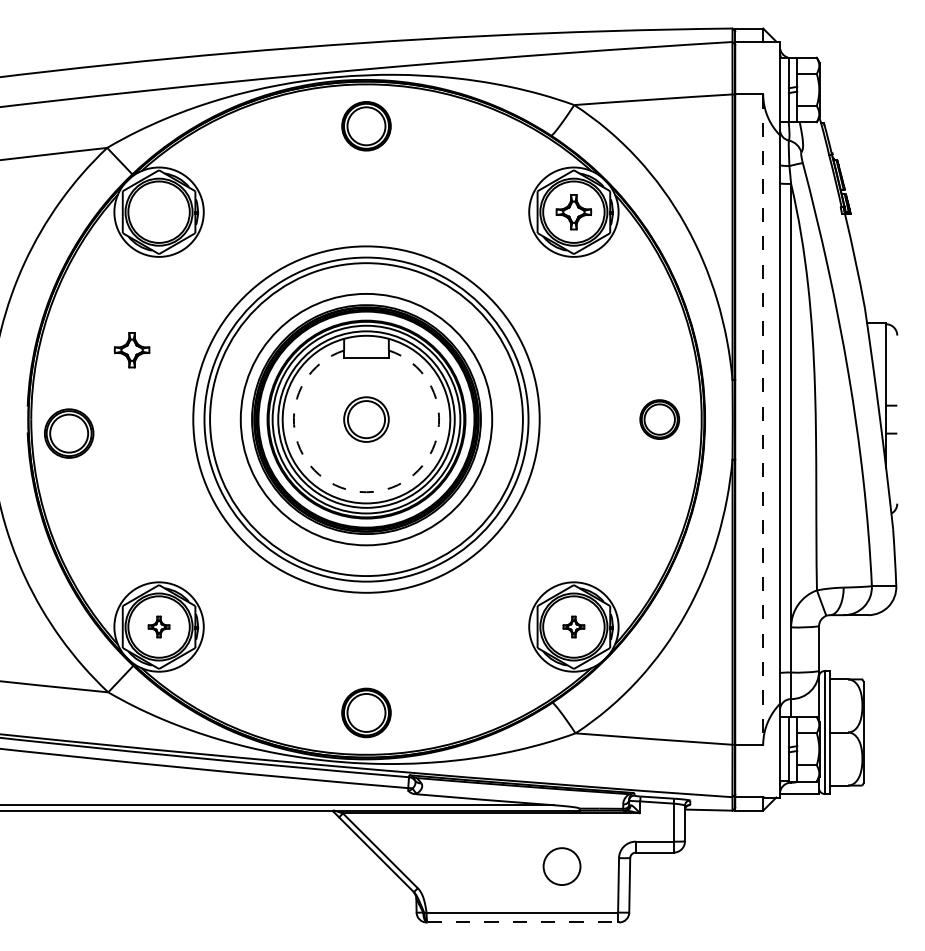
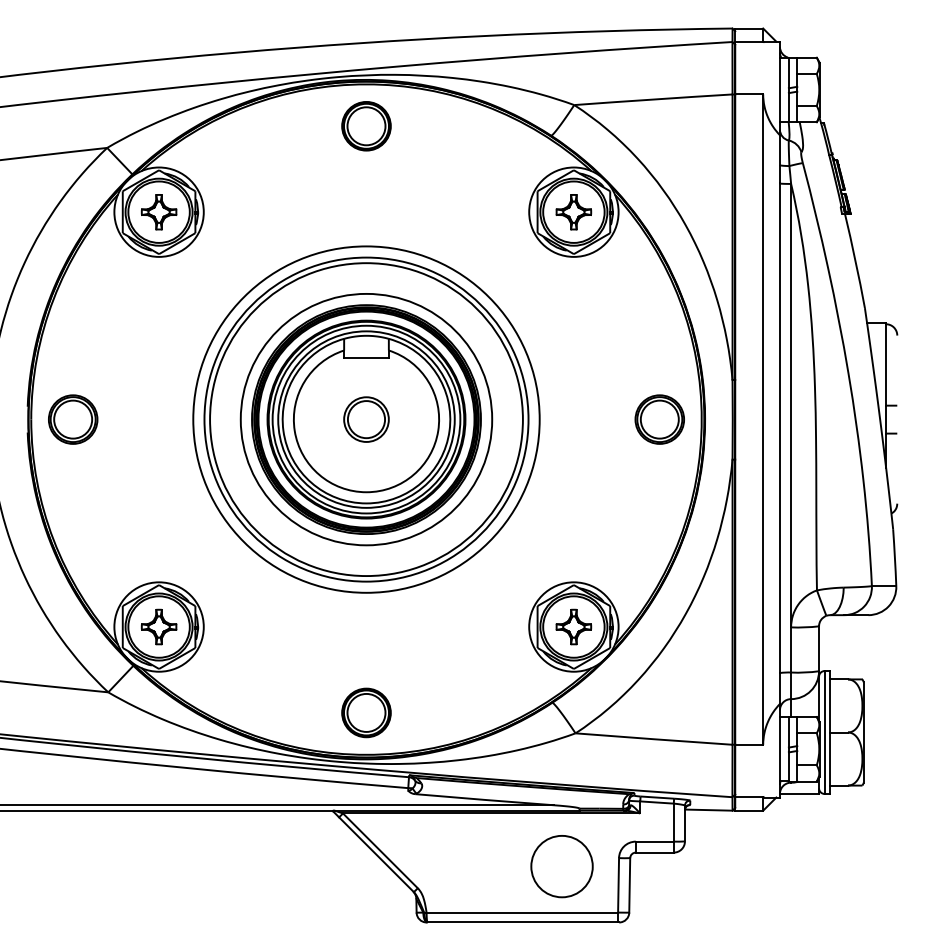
part at (131, 350) position: (131, 350) -> (158, 212)
part at (659, 419) size: 42x41 px -> 51x51 px
line at (763, 420): dashed -> solid
part at (69, 433) position: (69, 433) -> (73, 419)
arc at (366, 492): dashed -> solid
part at (158, 626) size: 24x24 px -> 38x38 px
part at (573, 626) size: 24x24 px -> 38x38 px
circle at (561, 866) diameter: 37 px -> 61 px
line at (523, 922): dashed -> solid
